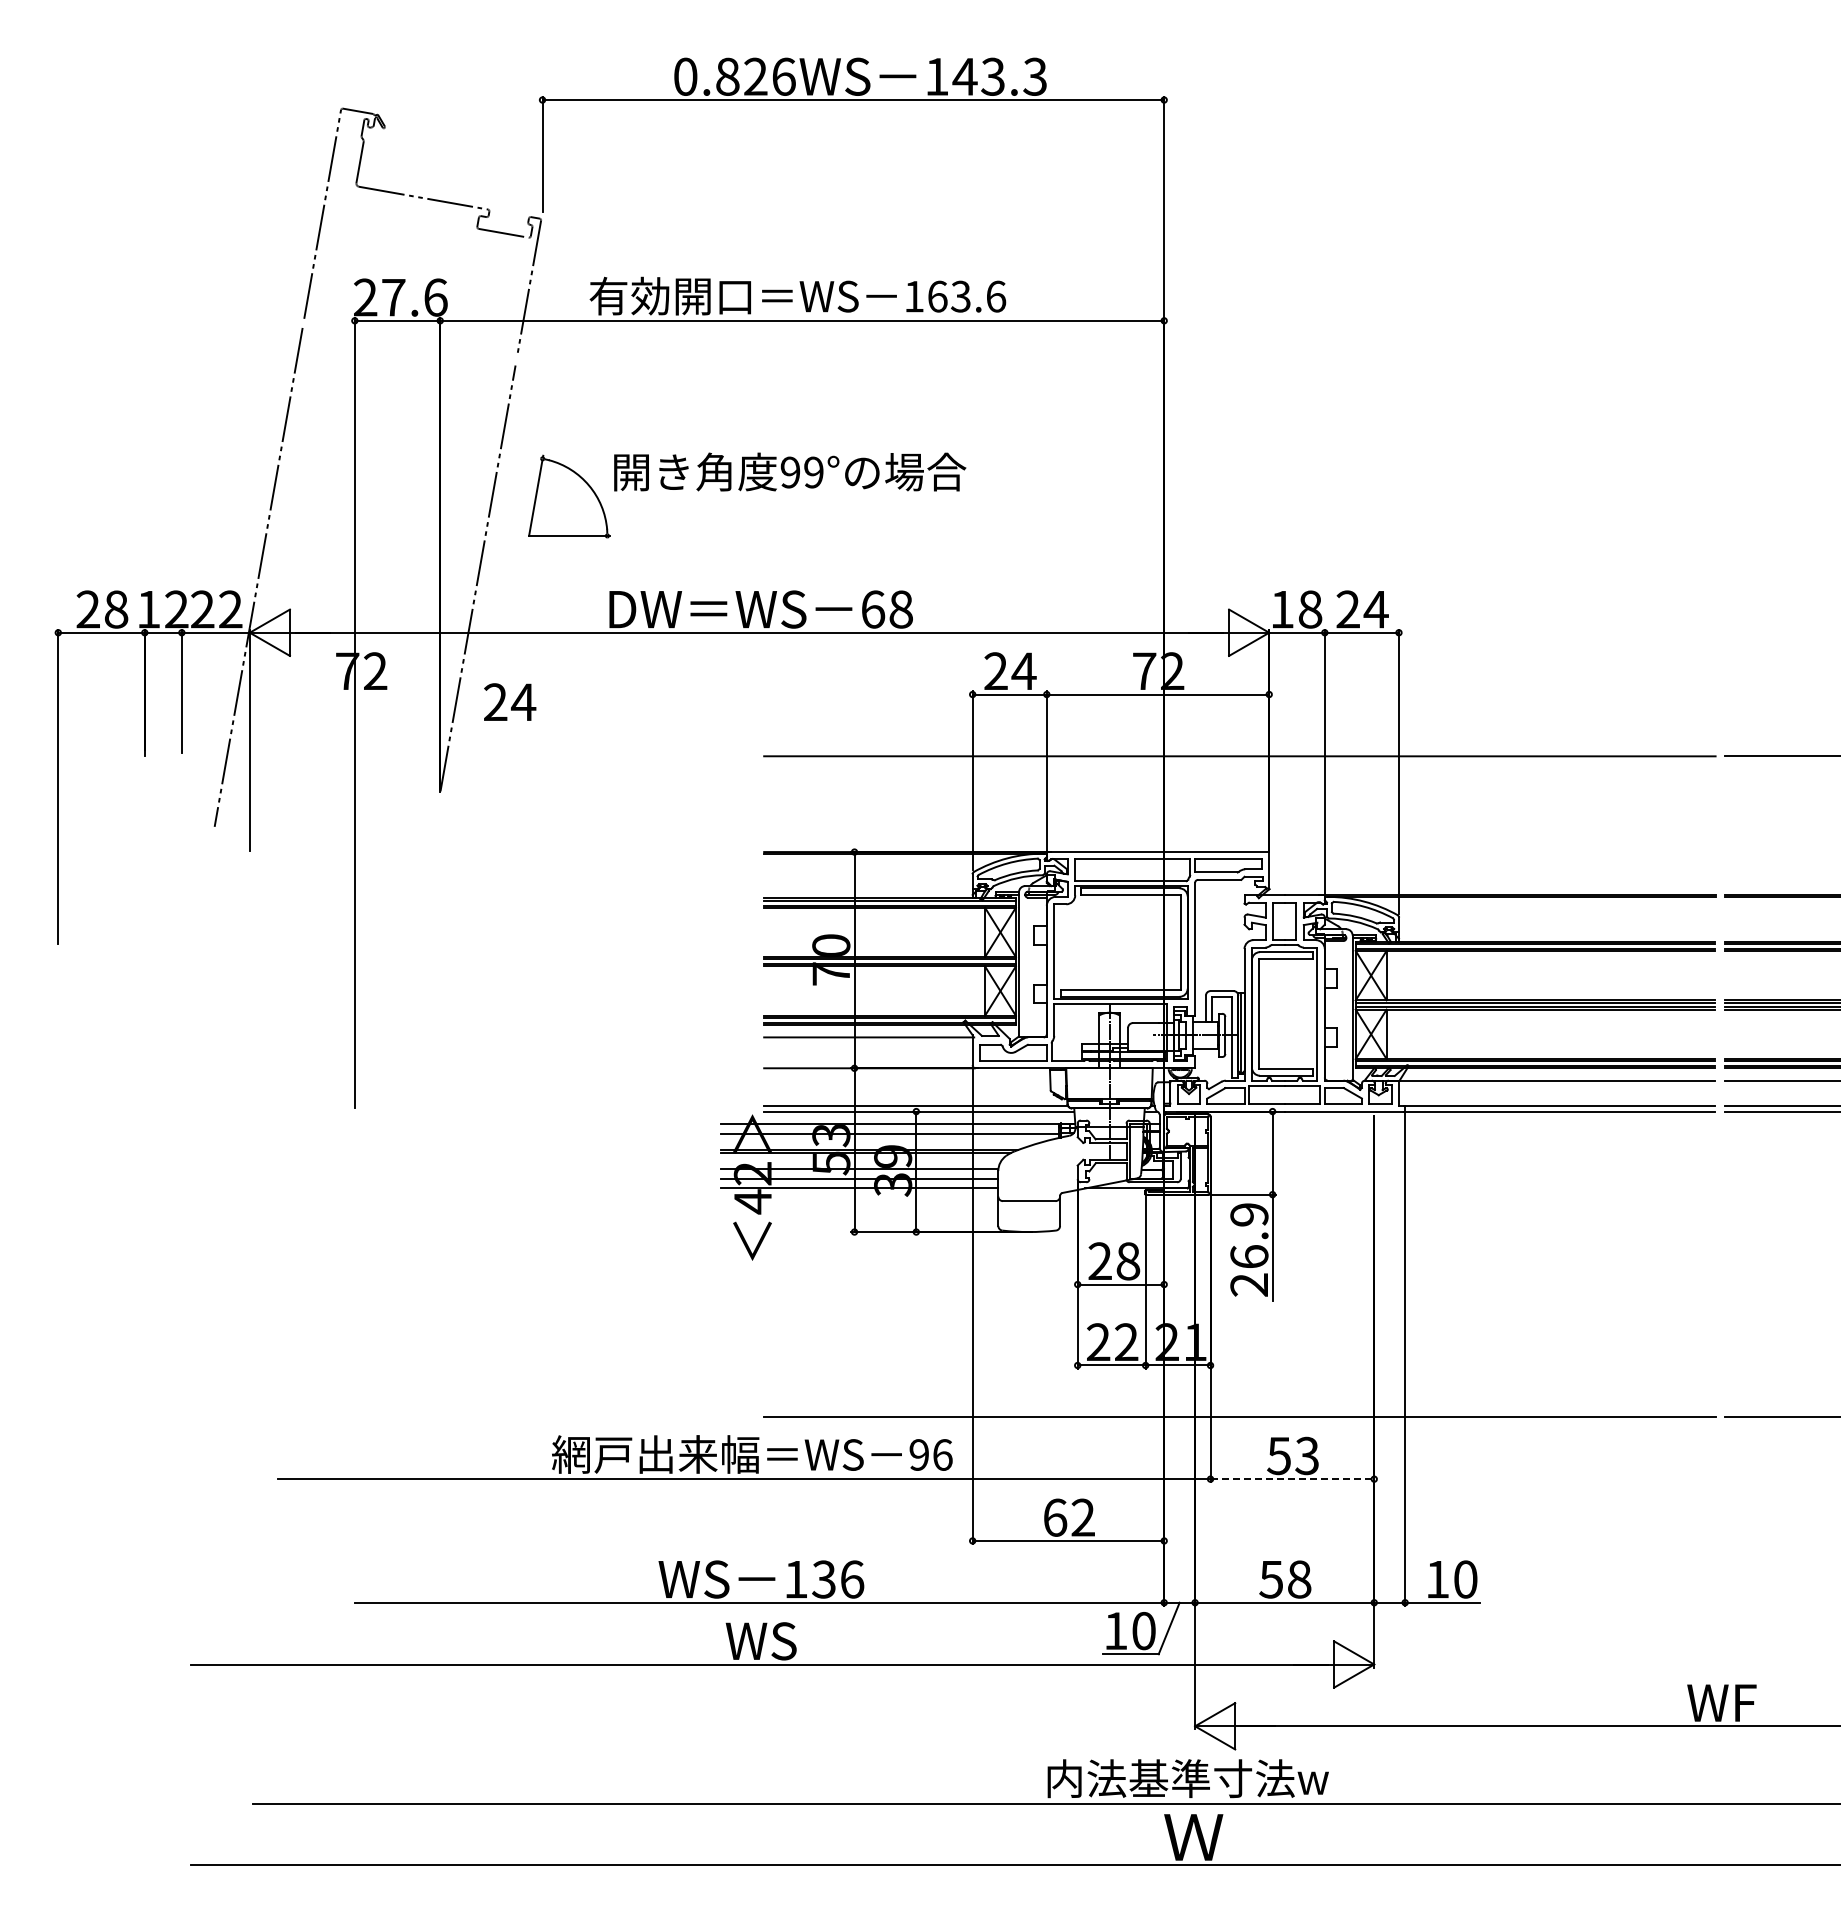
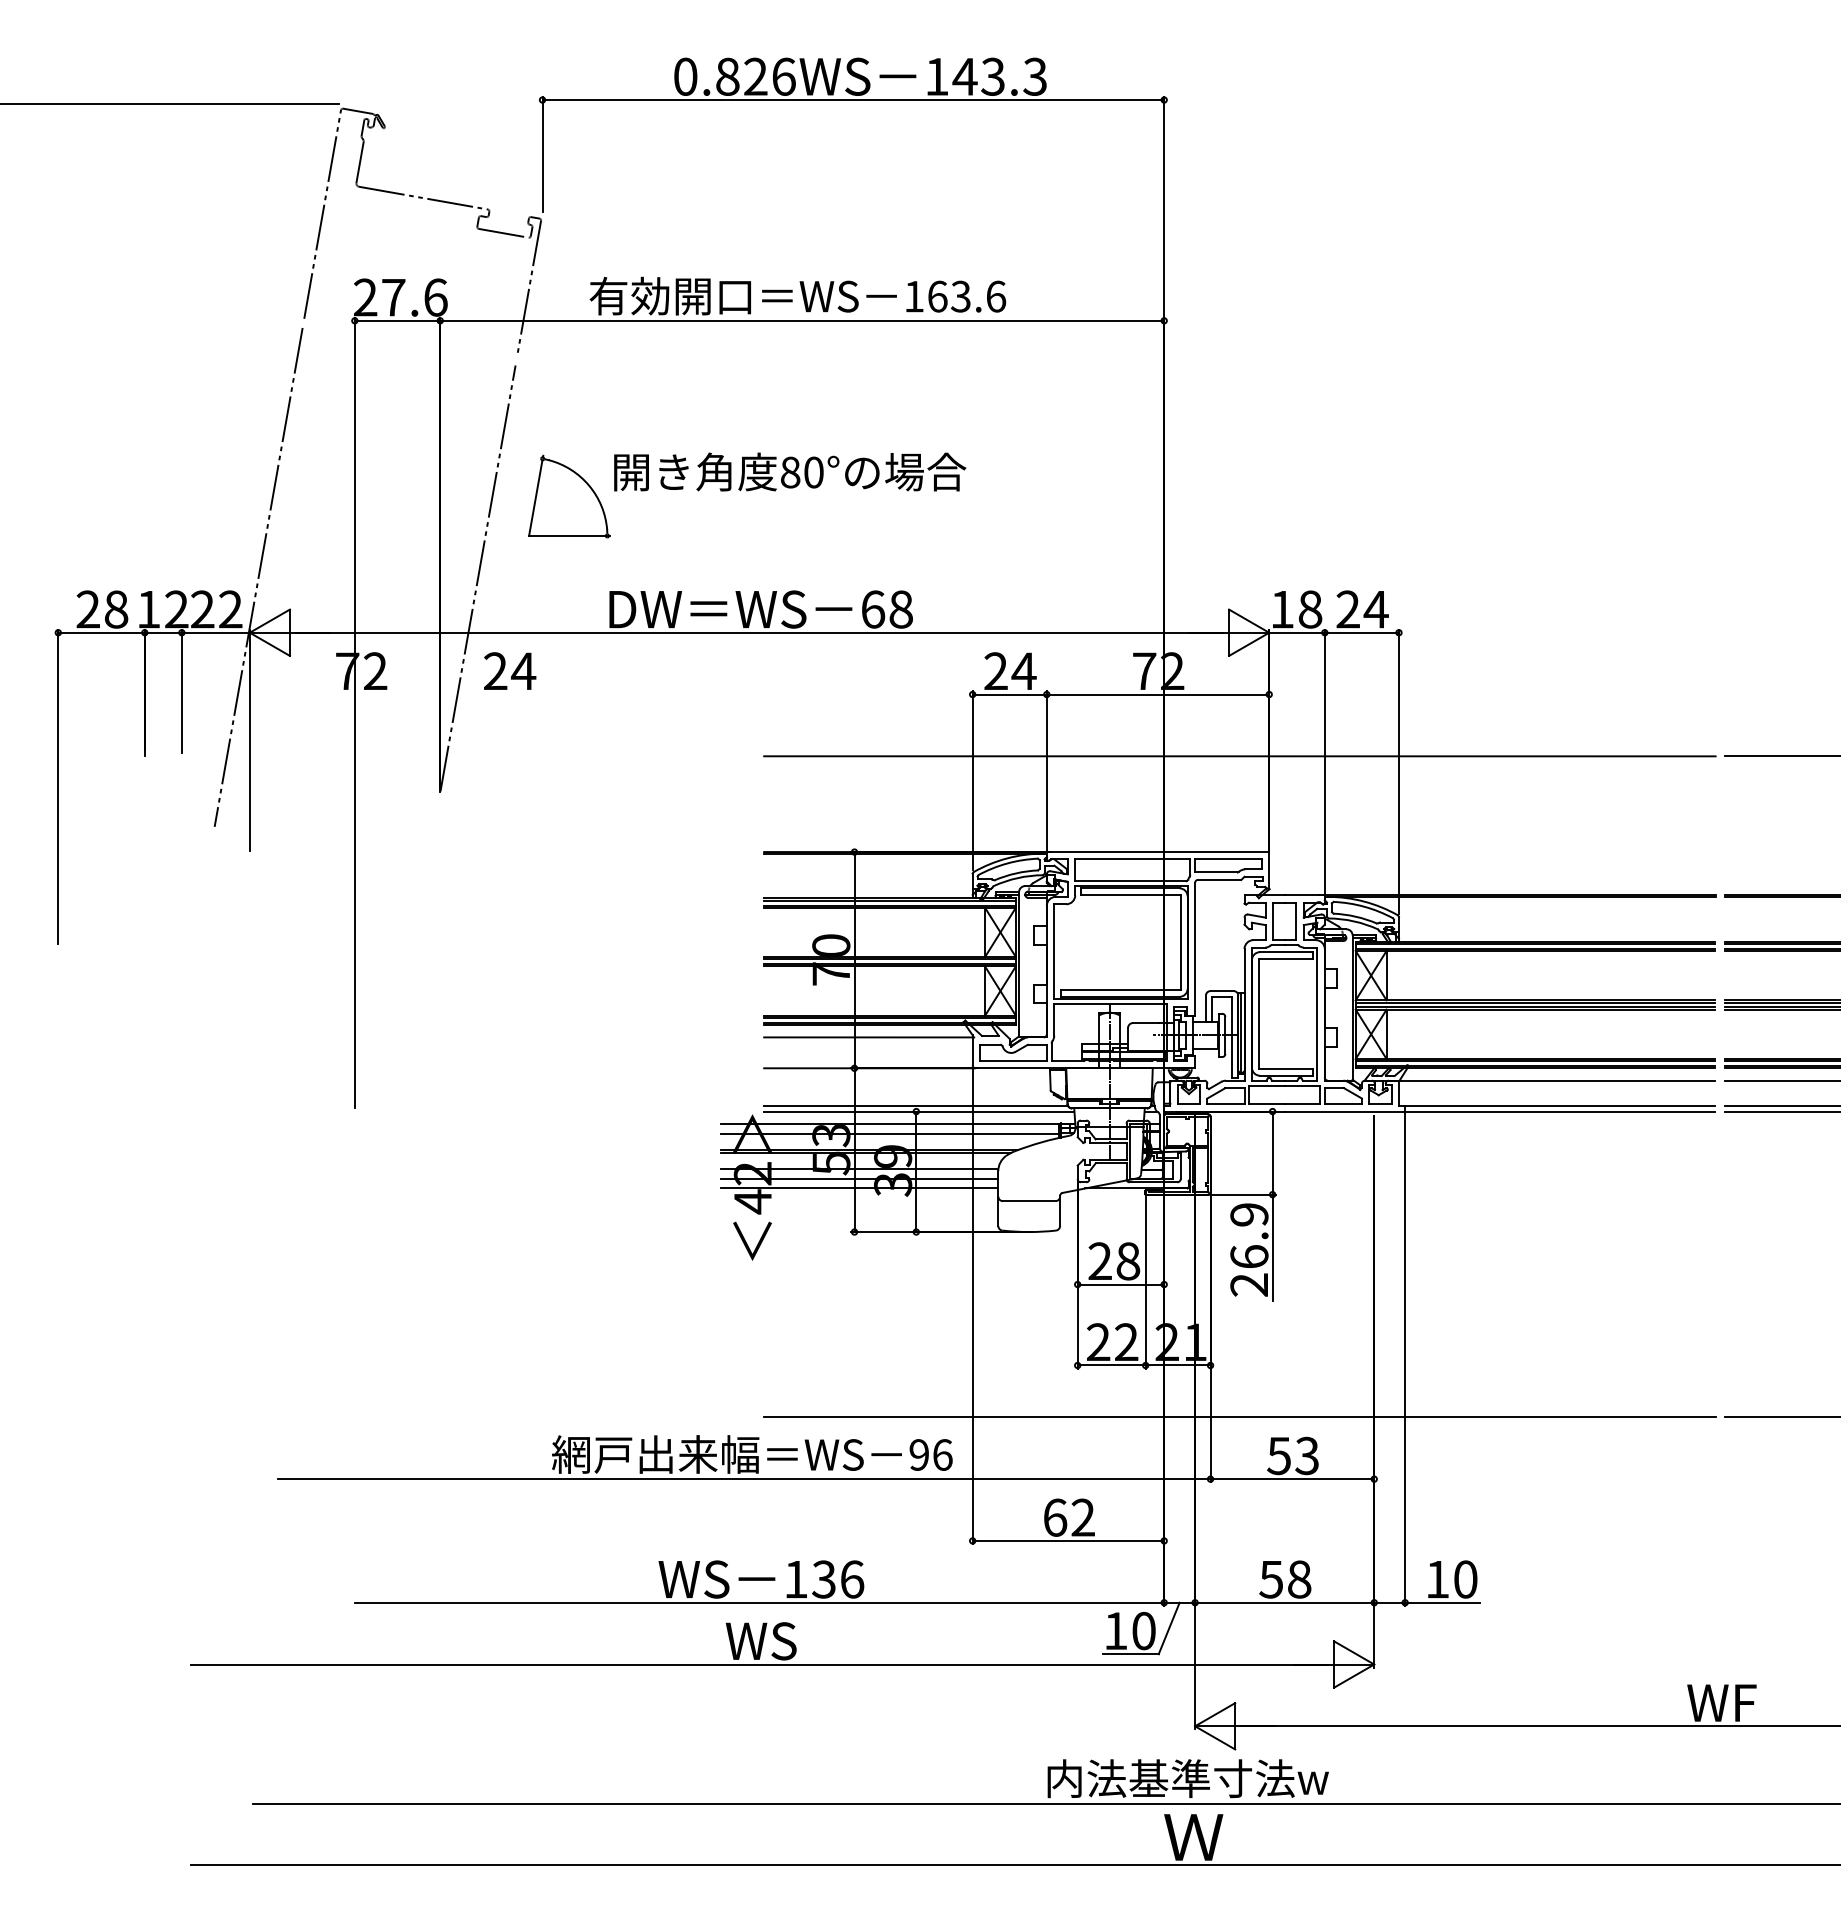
line at (170, 104): none -> present
text at (801, 472): 99° -> 80°
text at (510, 701) position: (510, 701) -> (510, 670)
line at (1292, 1479): dashed -> solid
